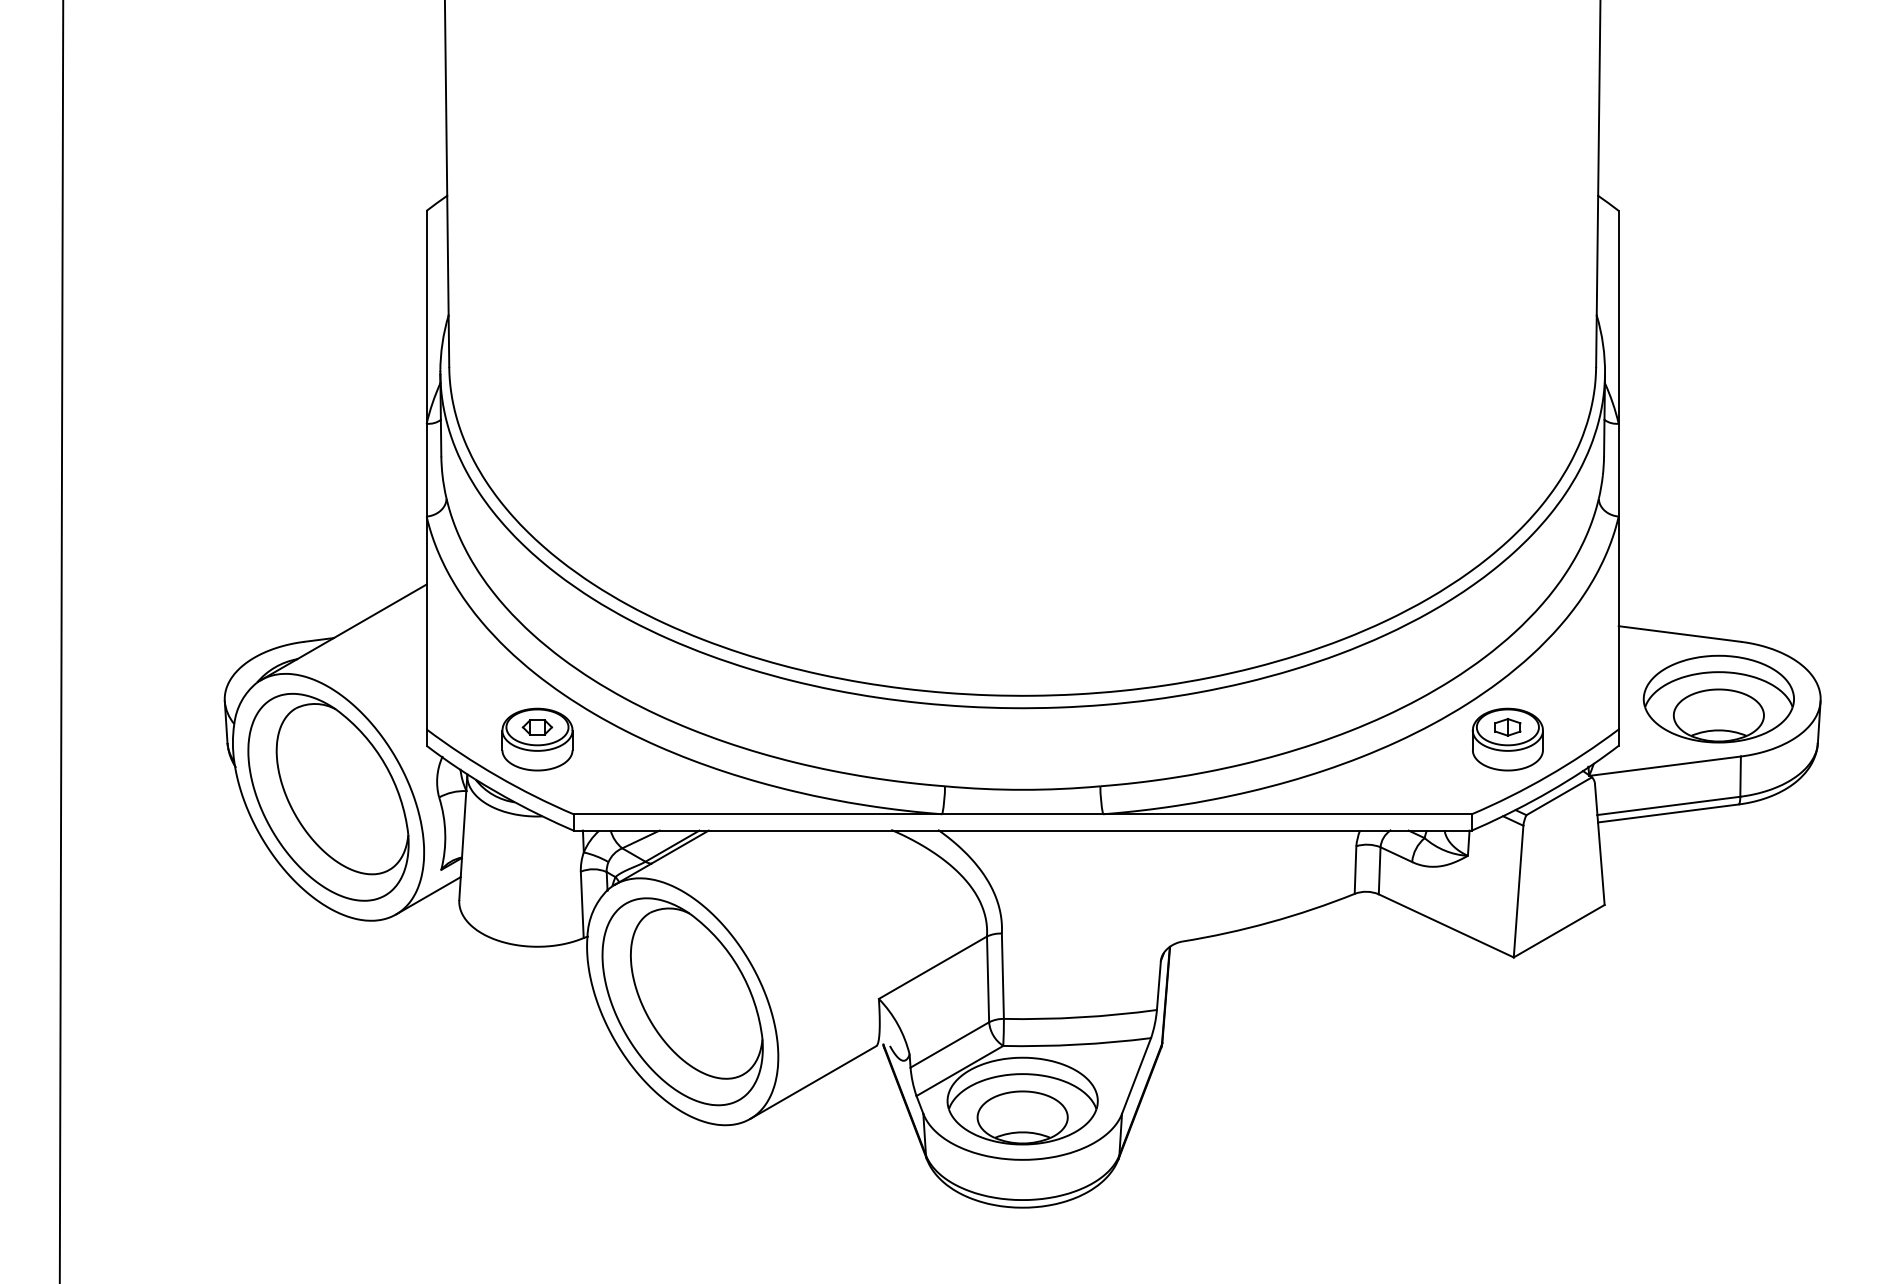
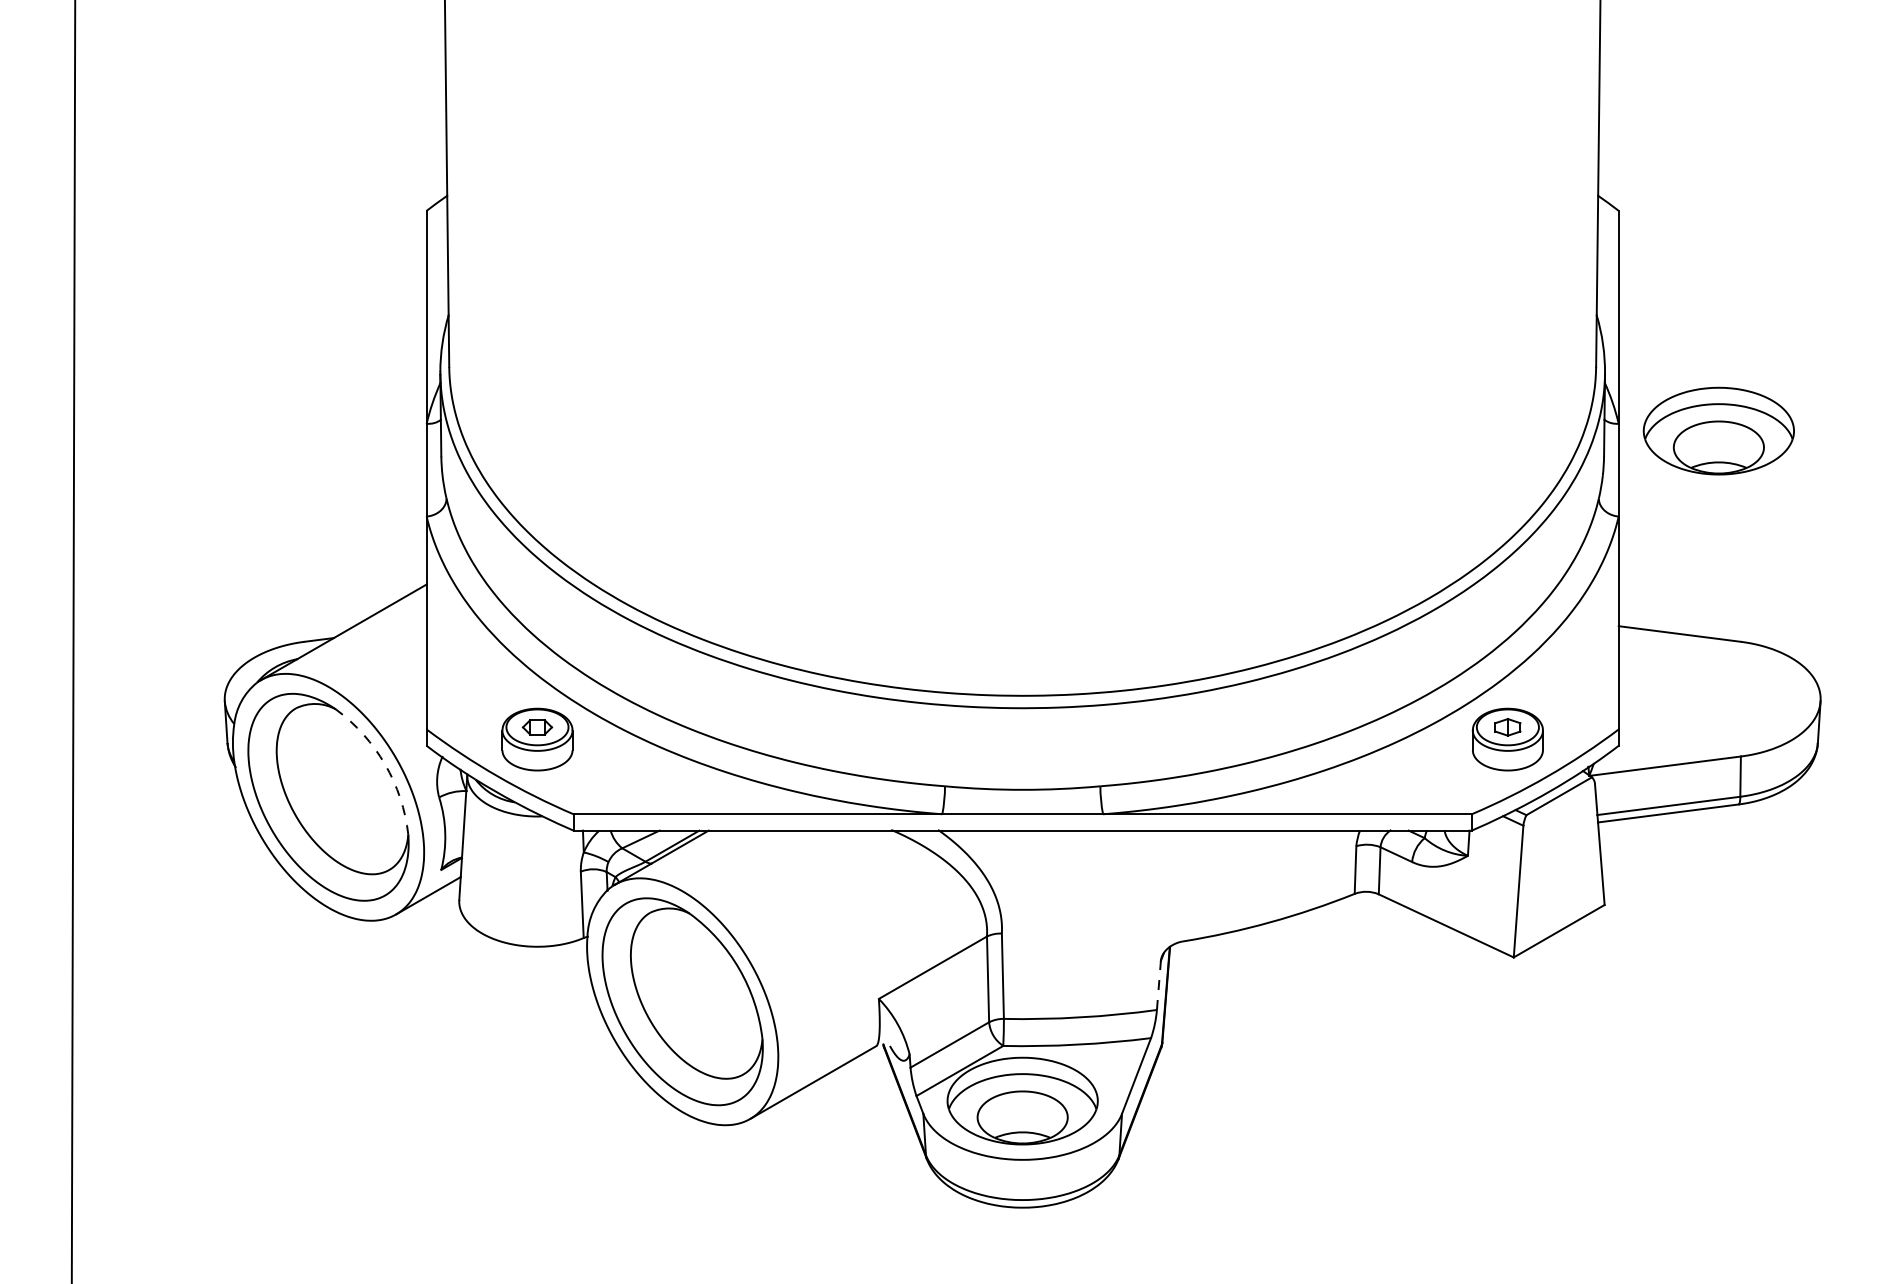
line at (61, 641) position: (61, 641) -> (73, 641)
part at (1718, 698) position: (1718, 698) -> (1718, 430)
arc at (385, 764): solid -> dashed
line at (1158, 985): solid -> dashed
